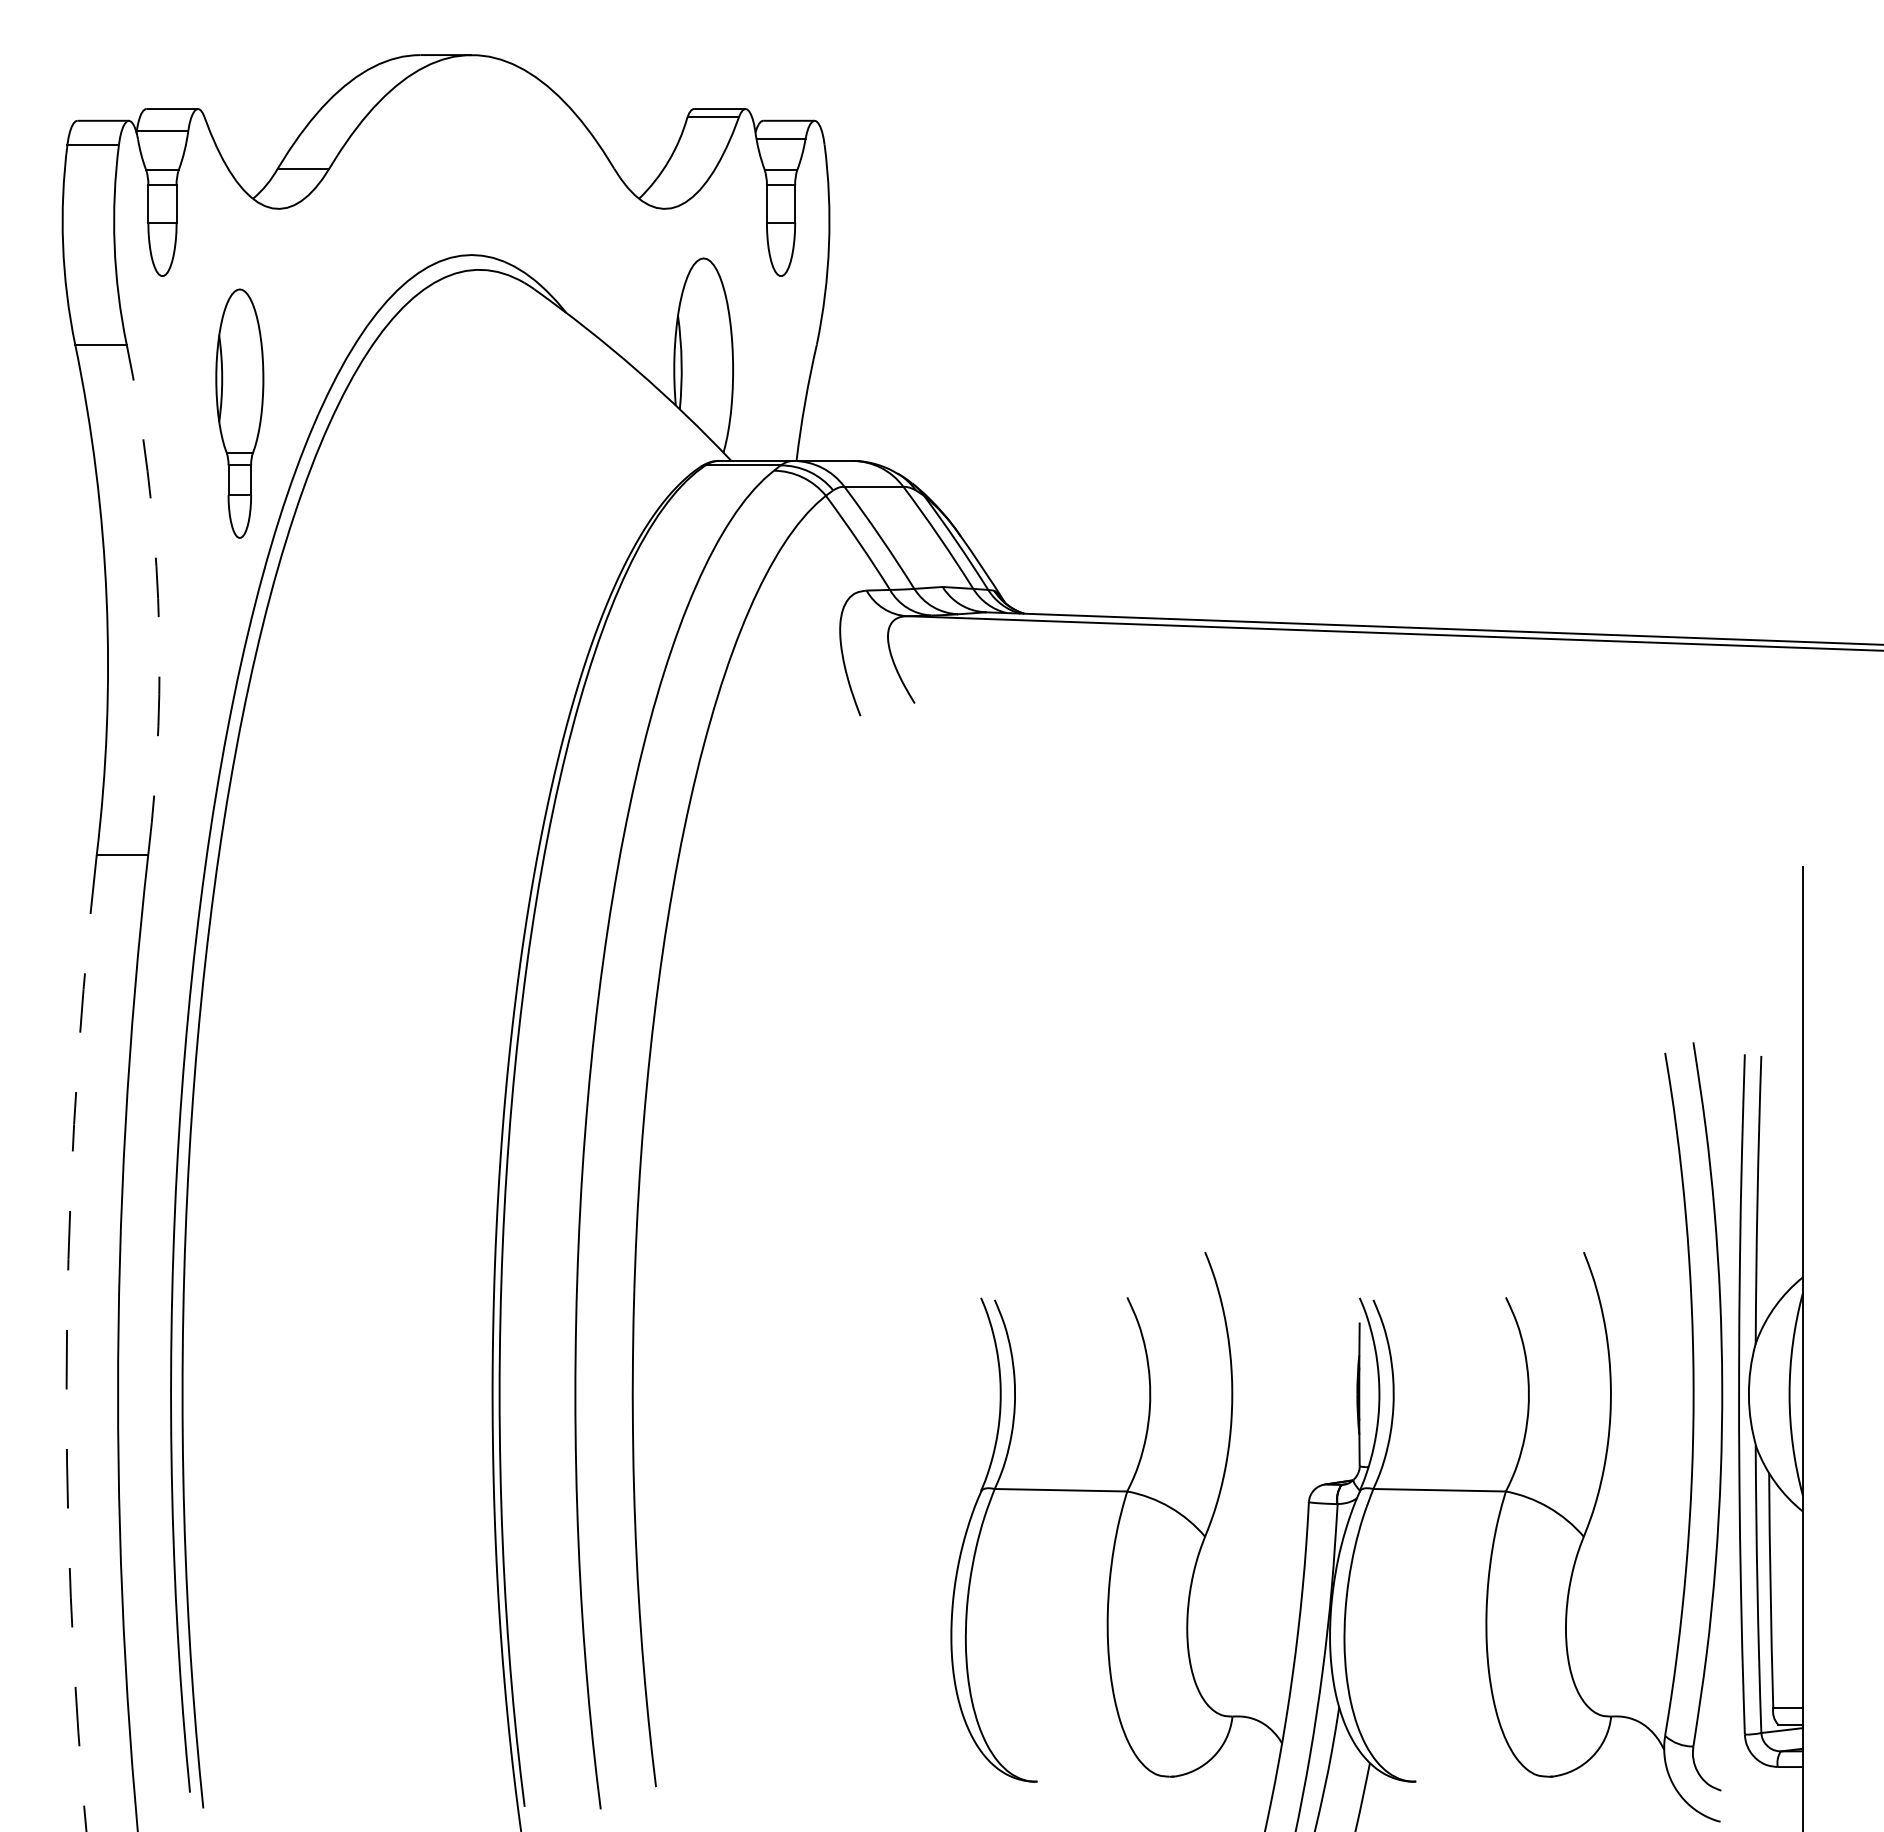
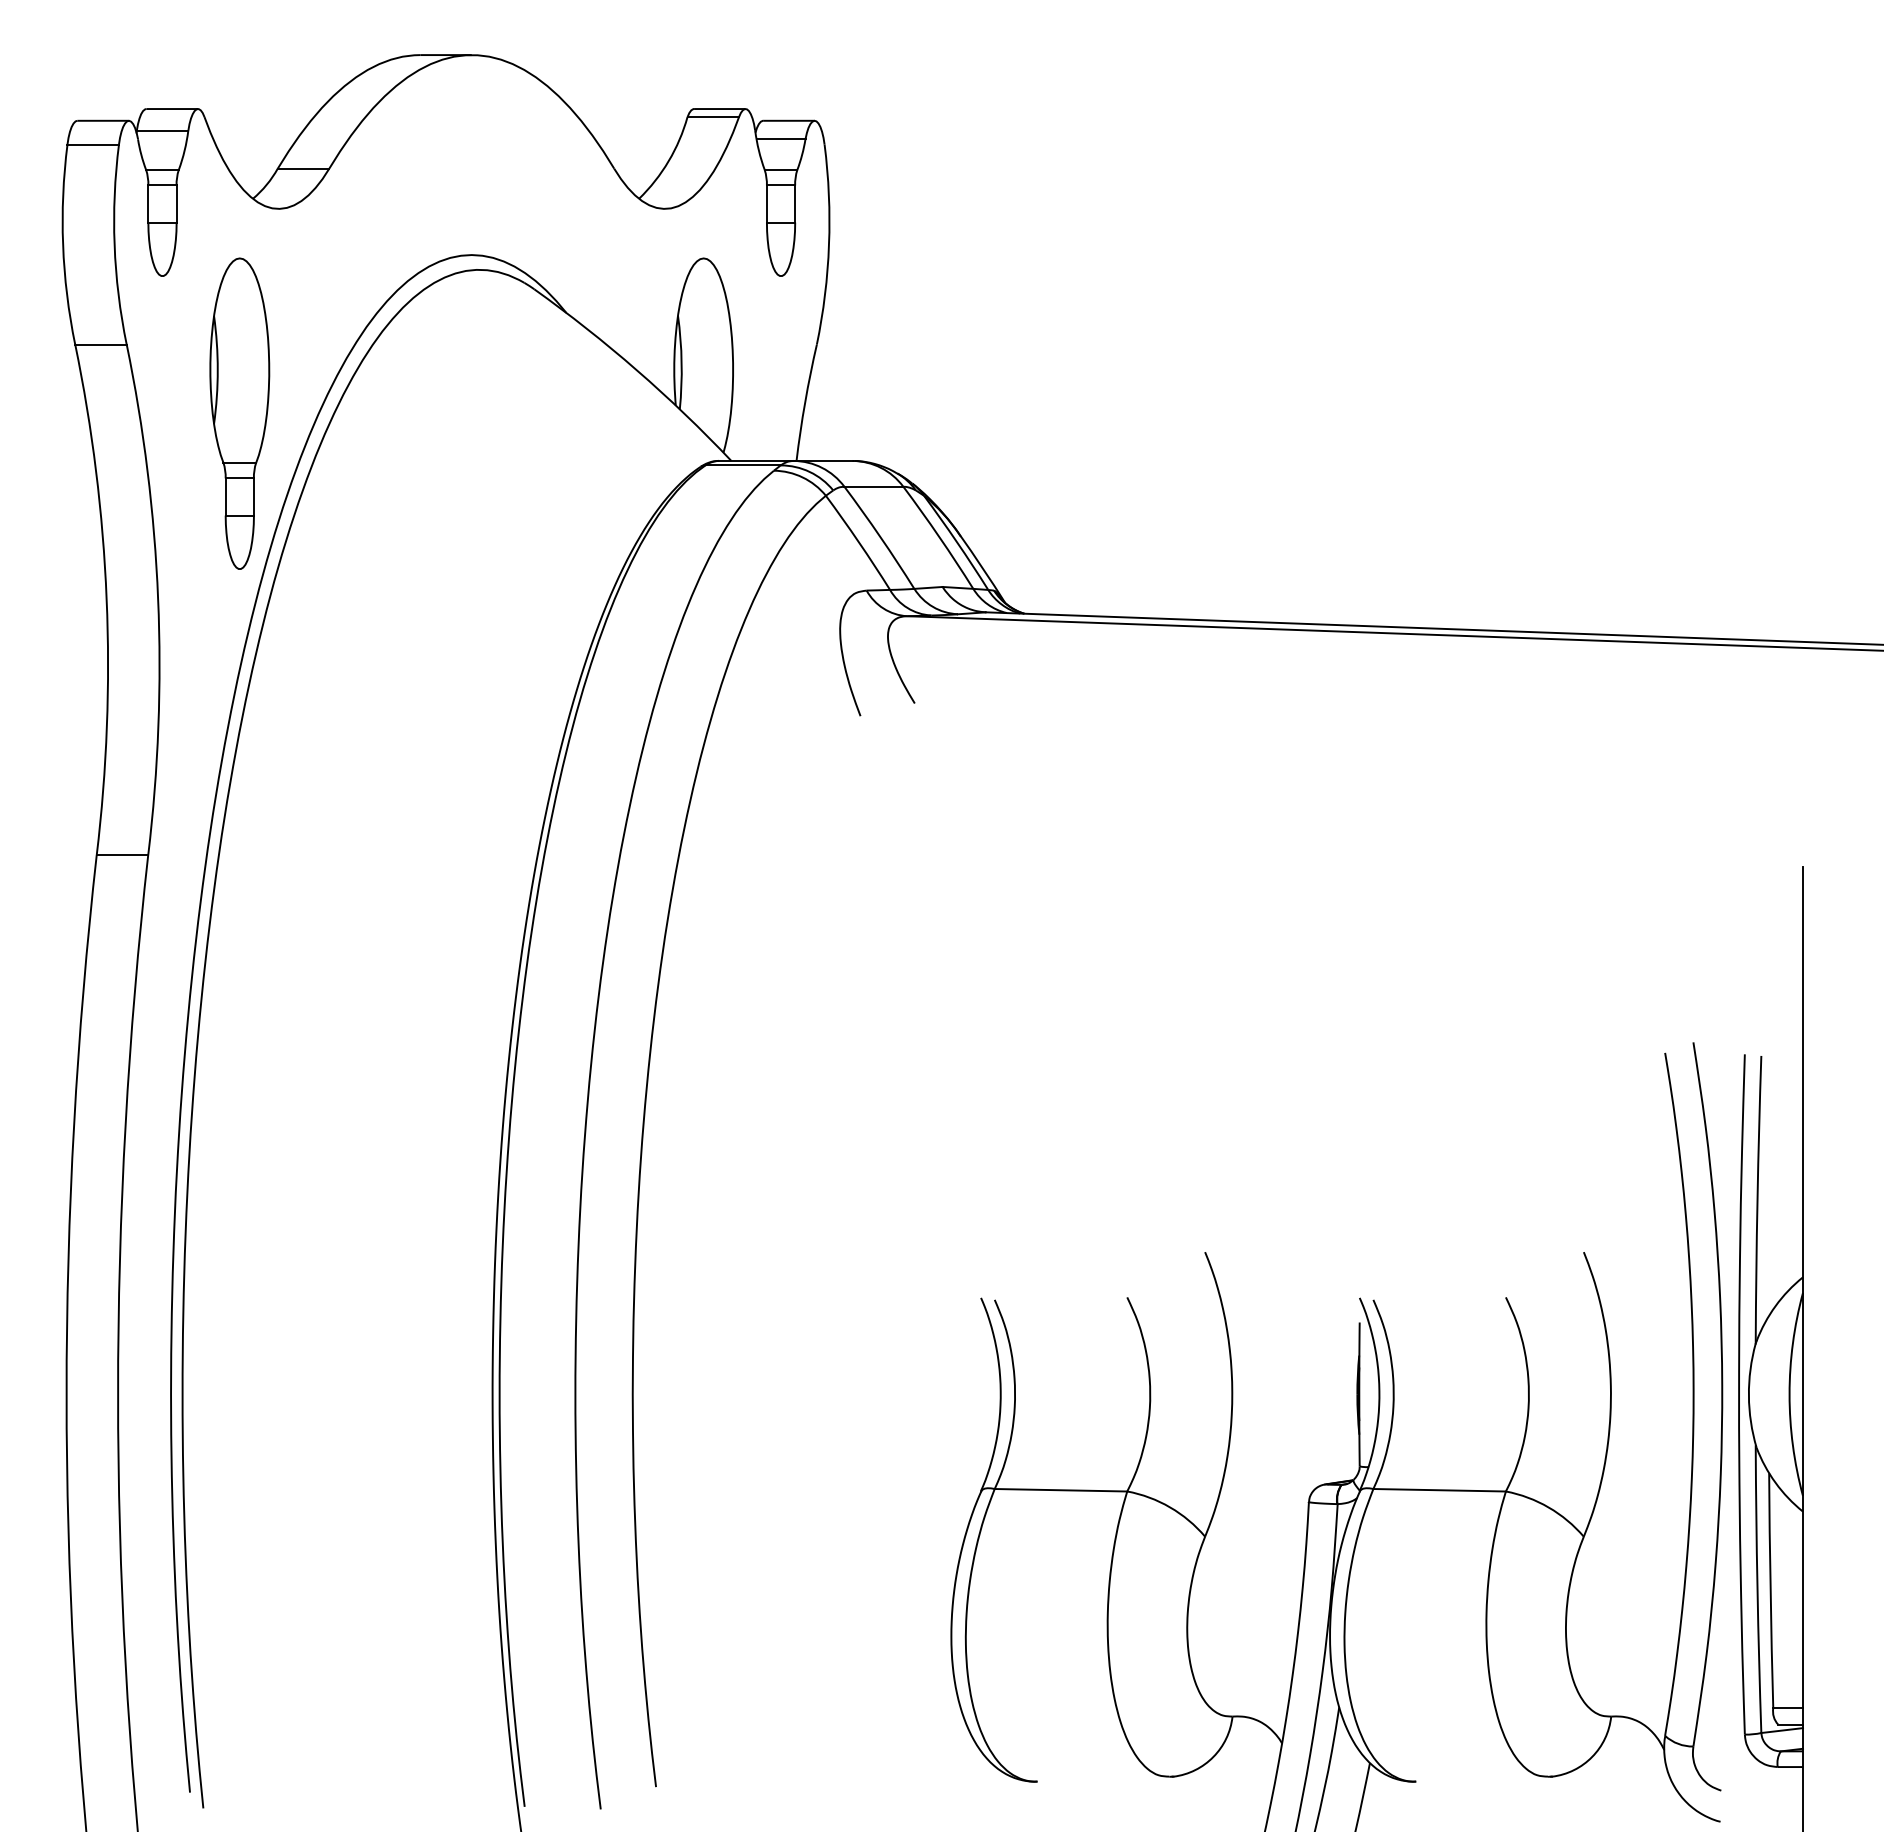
part at (239, 413) size: 50x251 px -> 62x313 px
arc at (158, 598): dashed -> solid
arc at (66, 1342): dashed -> solid
